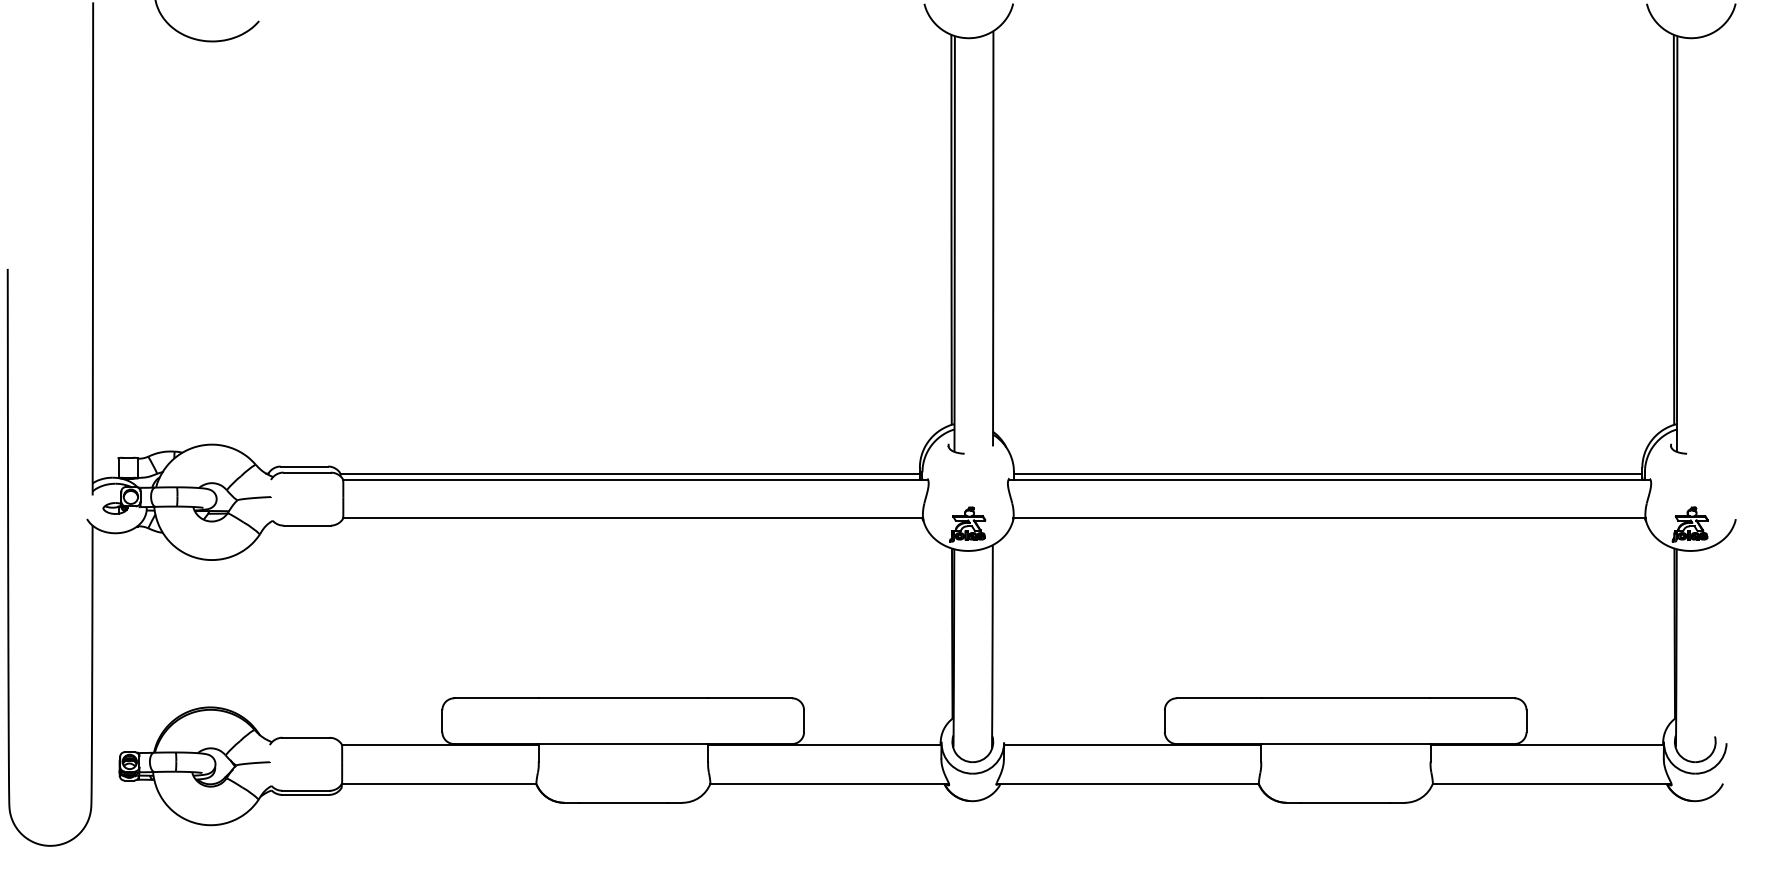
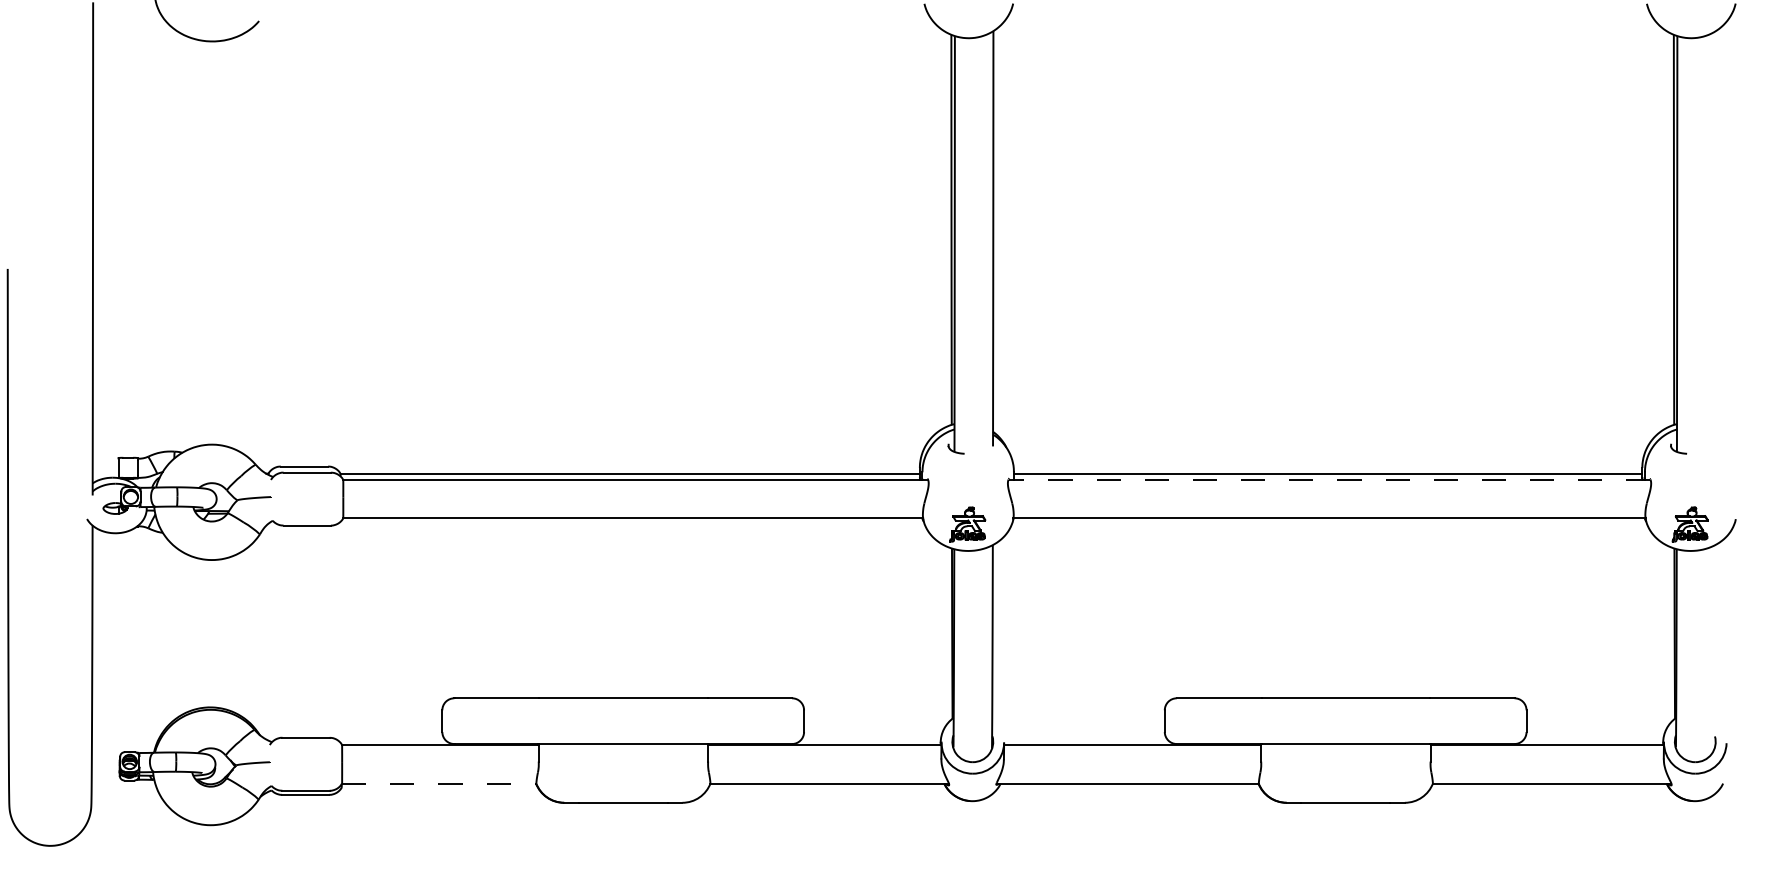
line at (1329, 479): solid -> dashed
line at (439, 783): solid -> dashed
